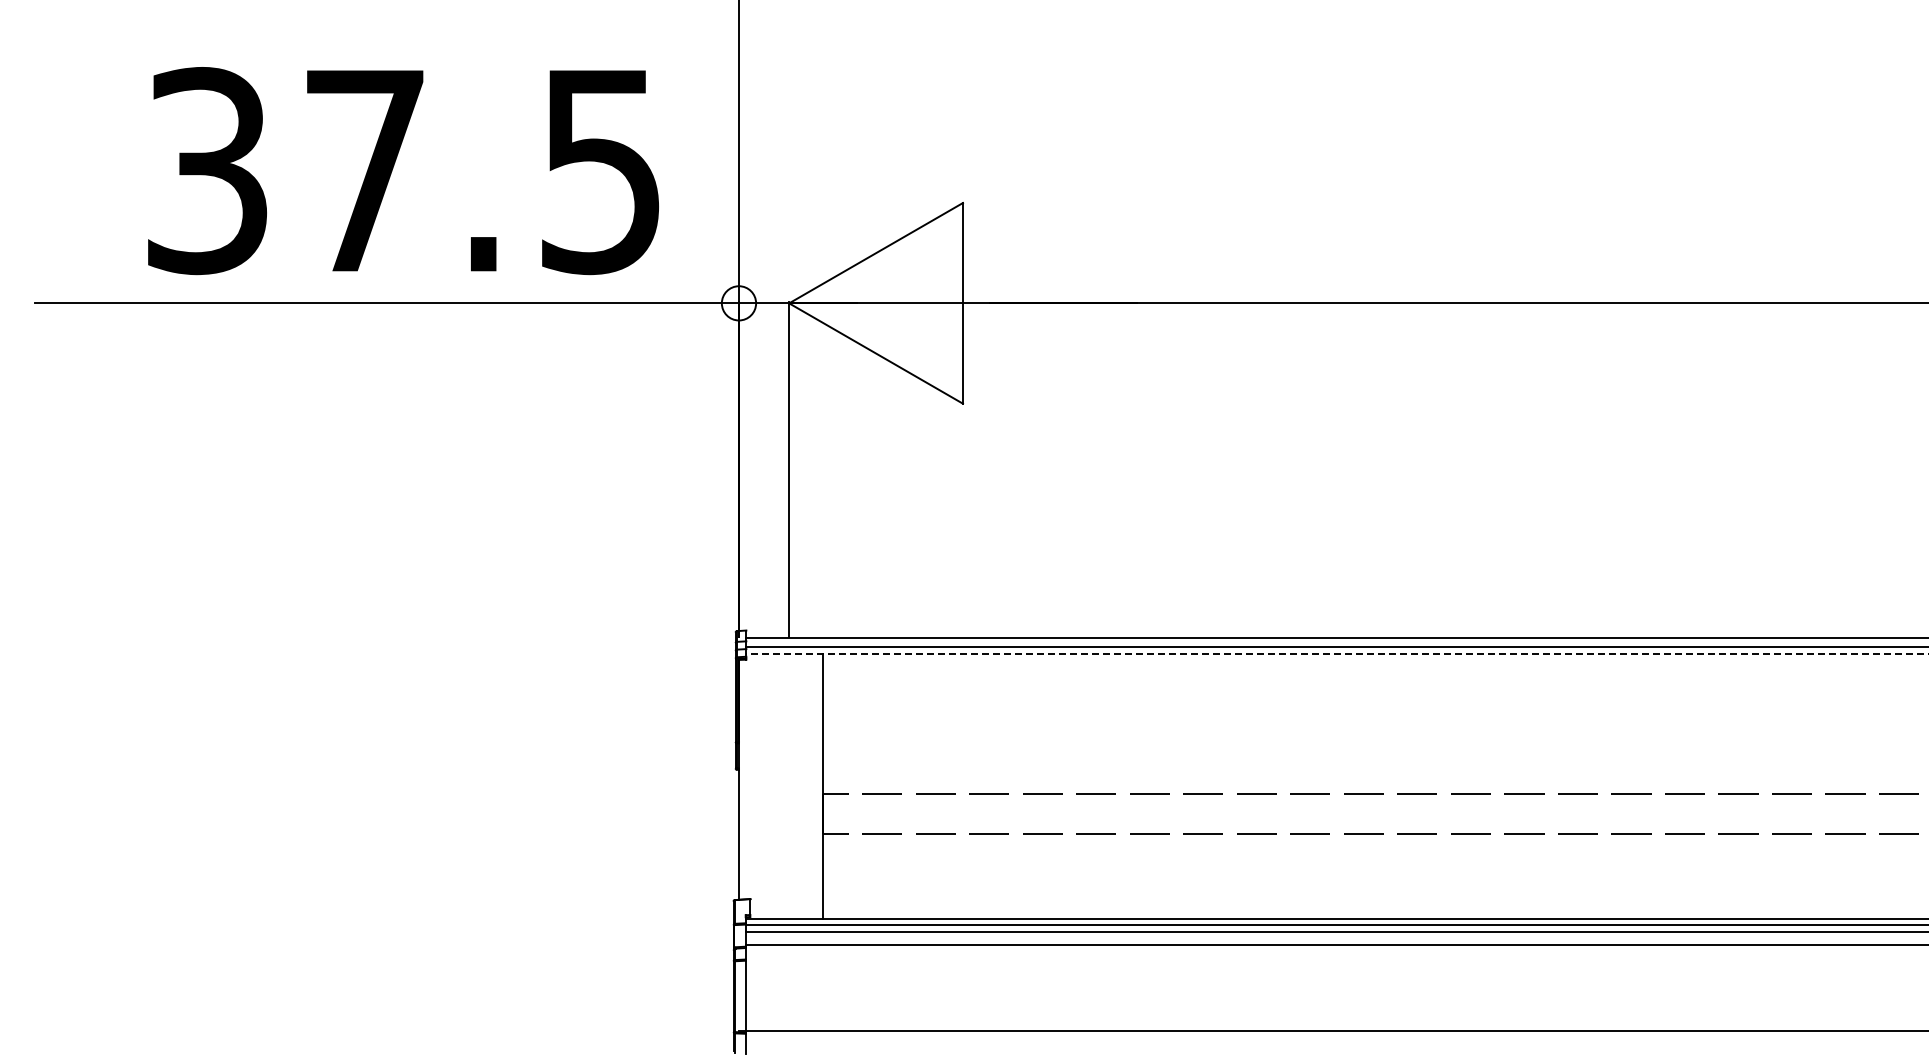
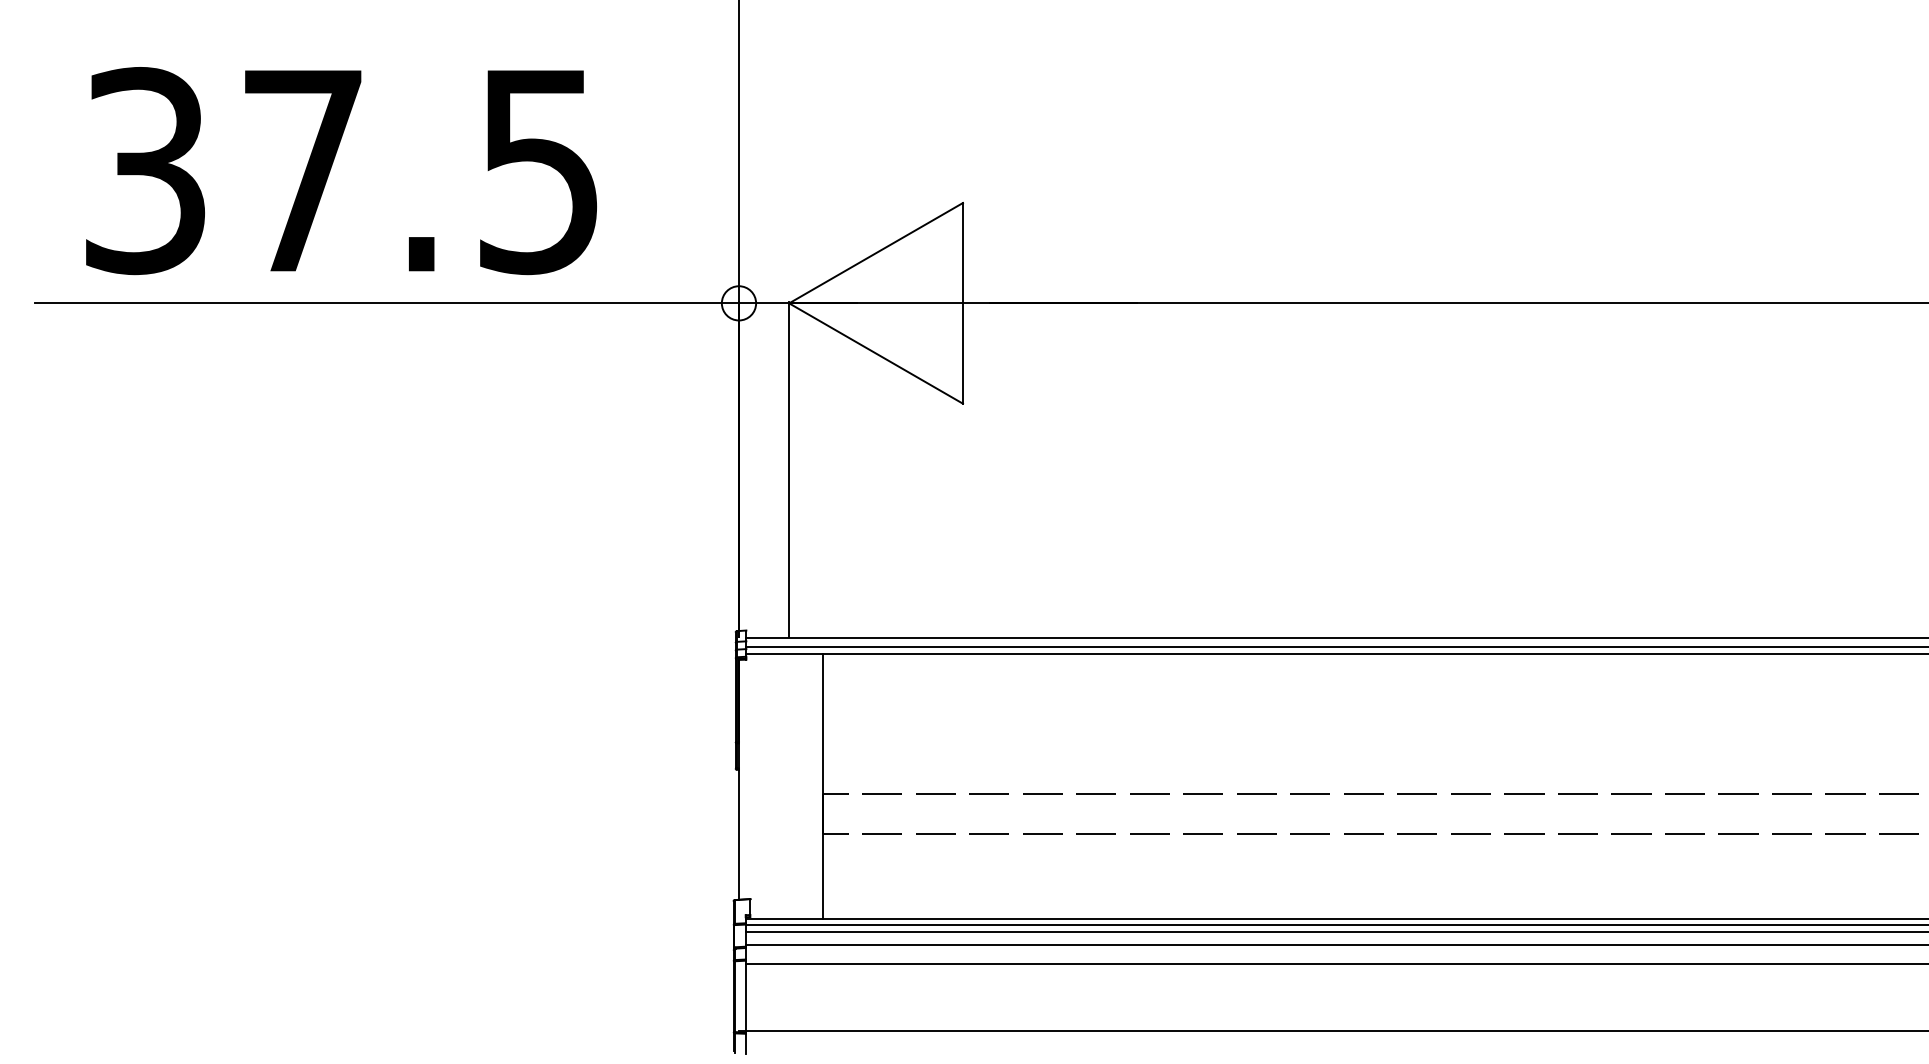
text at (403, 171) position: (403, 171) -> (341, 171)
line at (1337, 654): dashed -> solid
line at (1335, 964): none -> present
